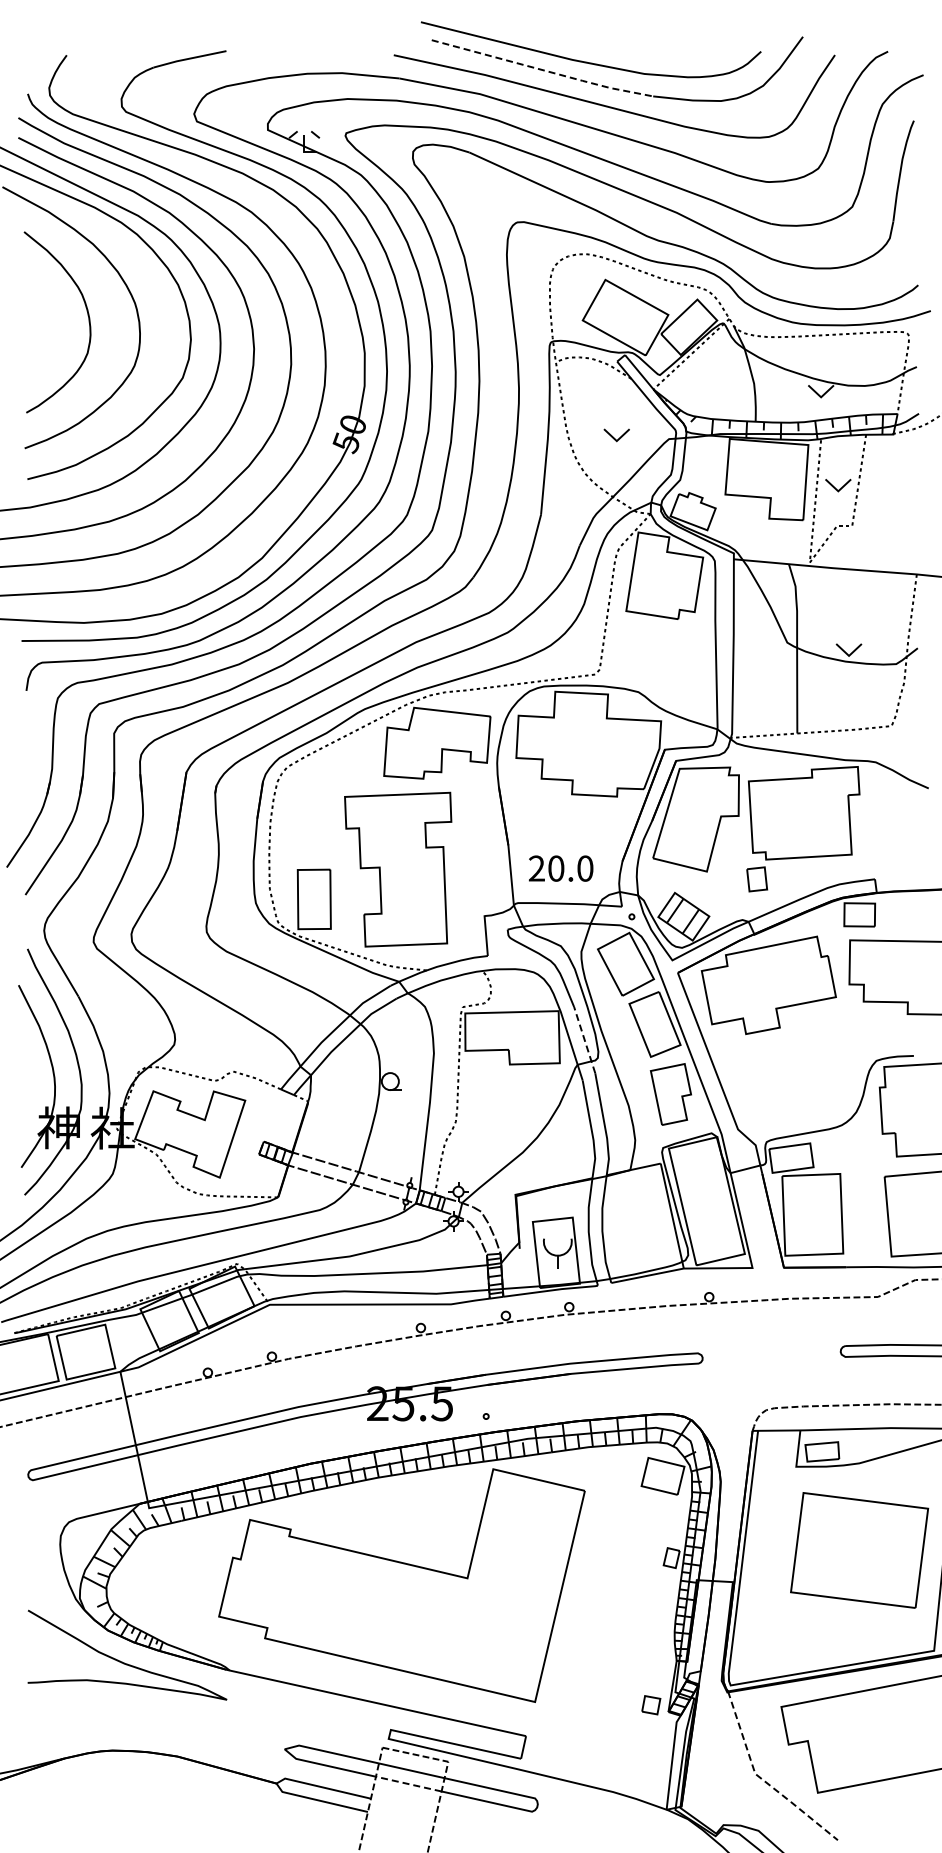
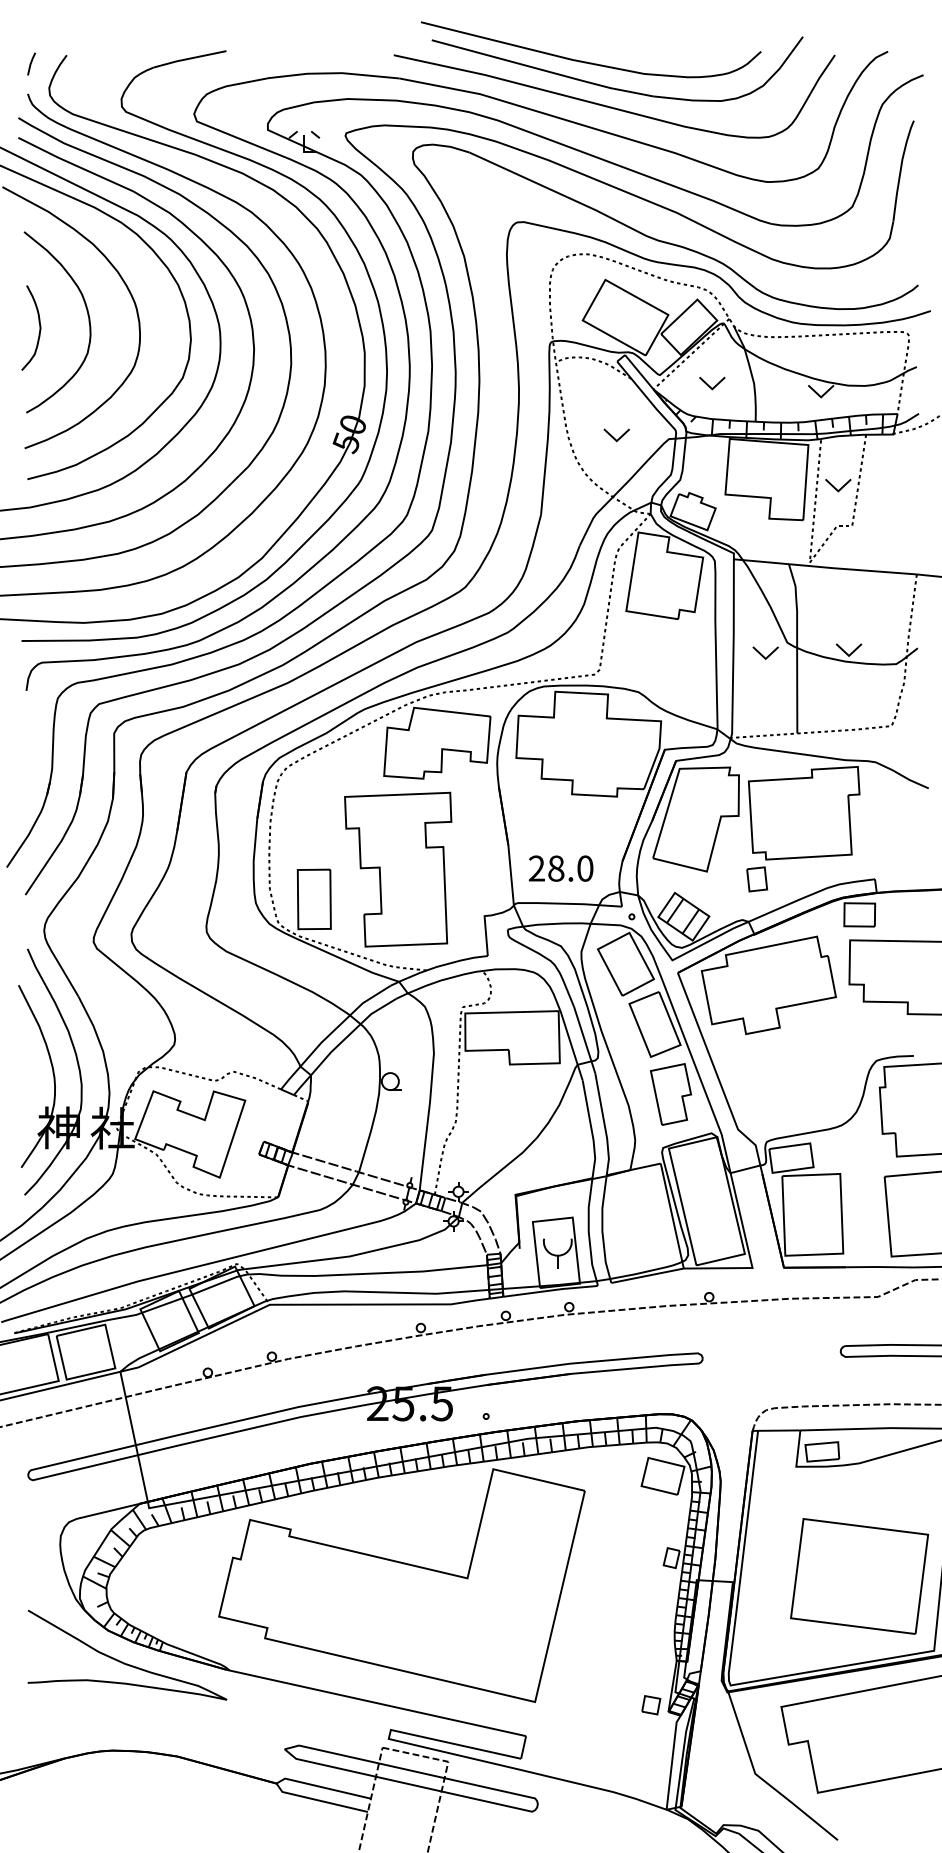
line at (31, 63): none -> present
line at (543, 70): dashed -> solid
curve at (39, 327): none -> present
part at (712, 383): none -> present
part at (765, 652): none -> present
text at (556, 868): 20.0 -> 28.0
line at (584, 1040): dashed -> solid
part at (859, 1550) position: (859, 1550) -> (859, 1576)
line at (763, 1779): dashed -> solid
line at (408, 1784): dashed -> solid
